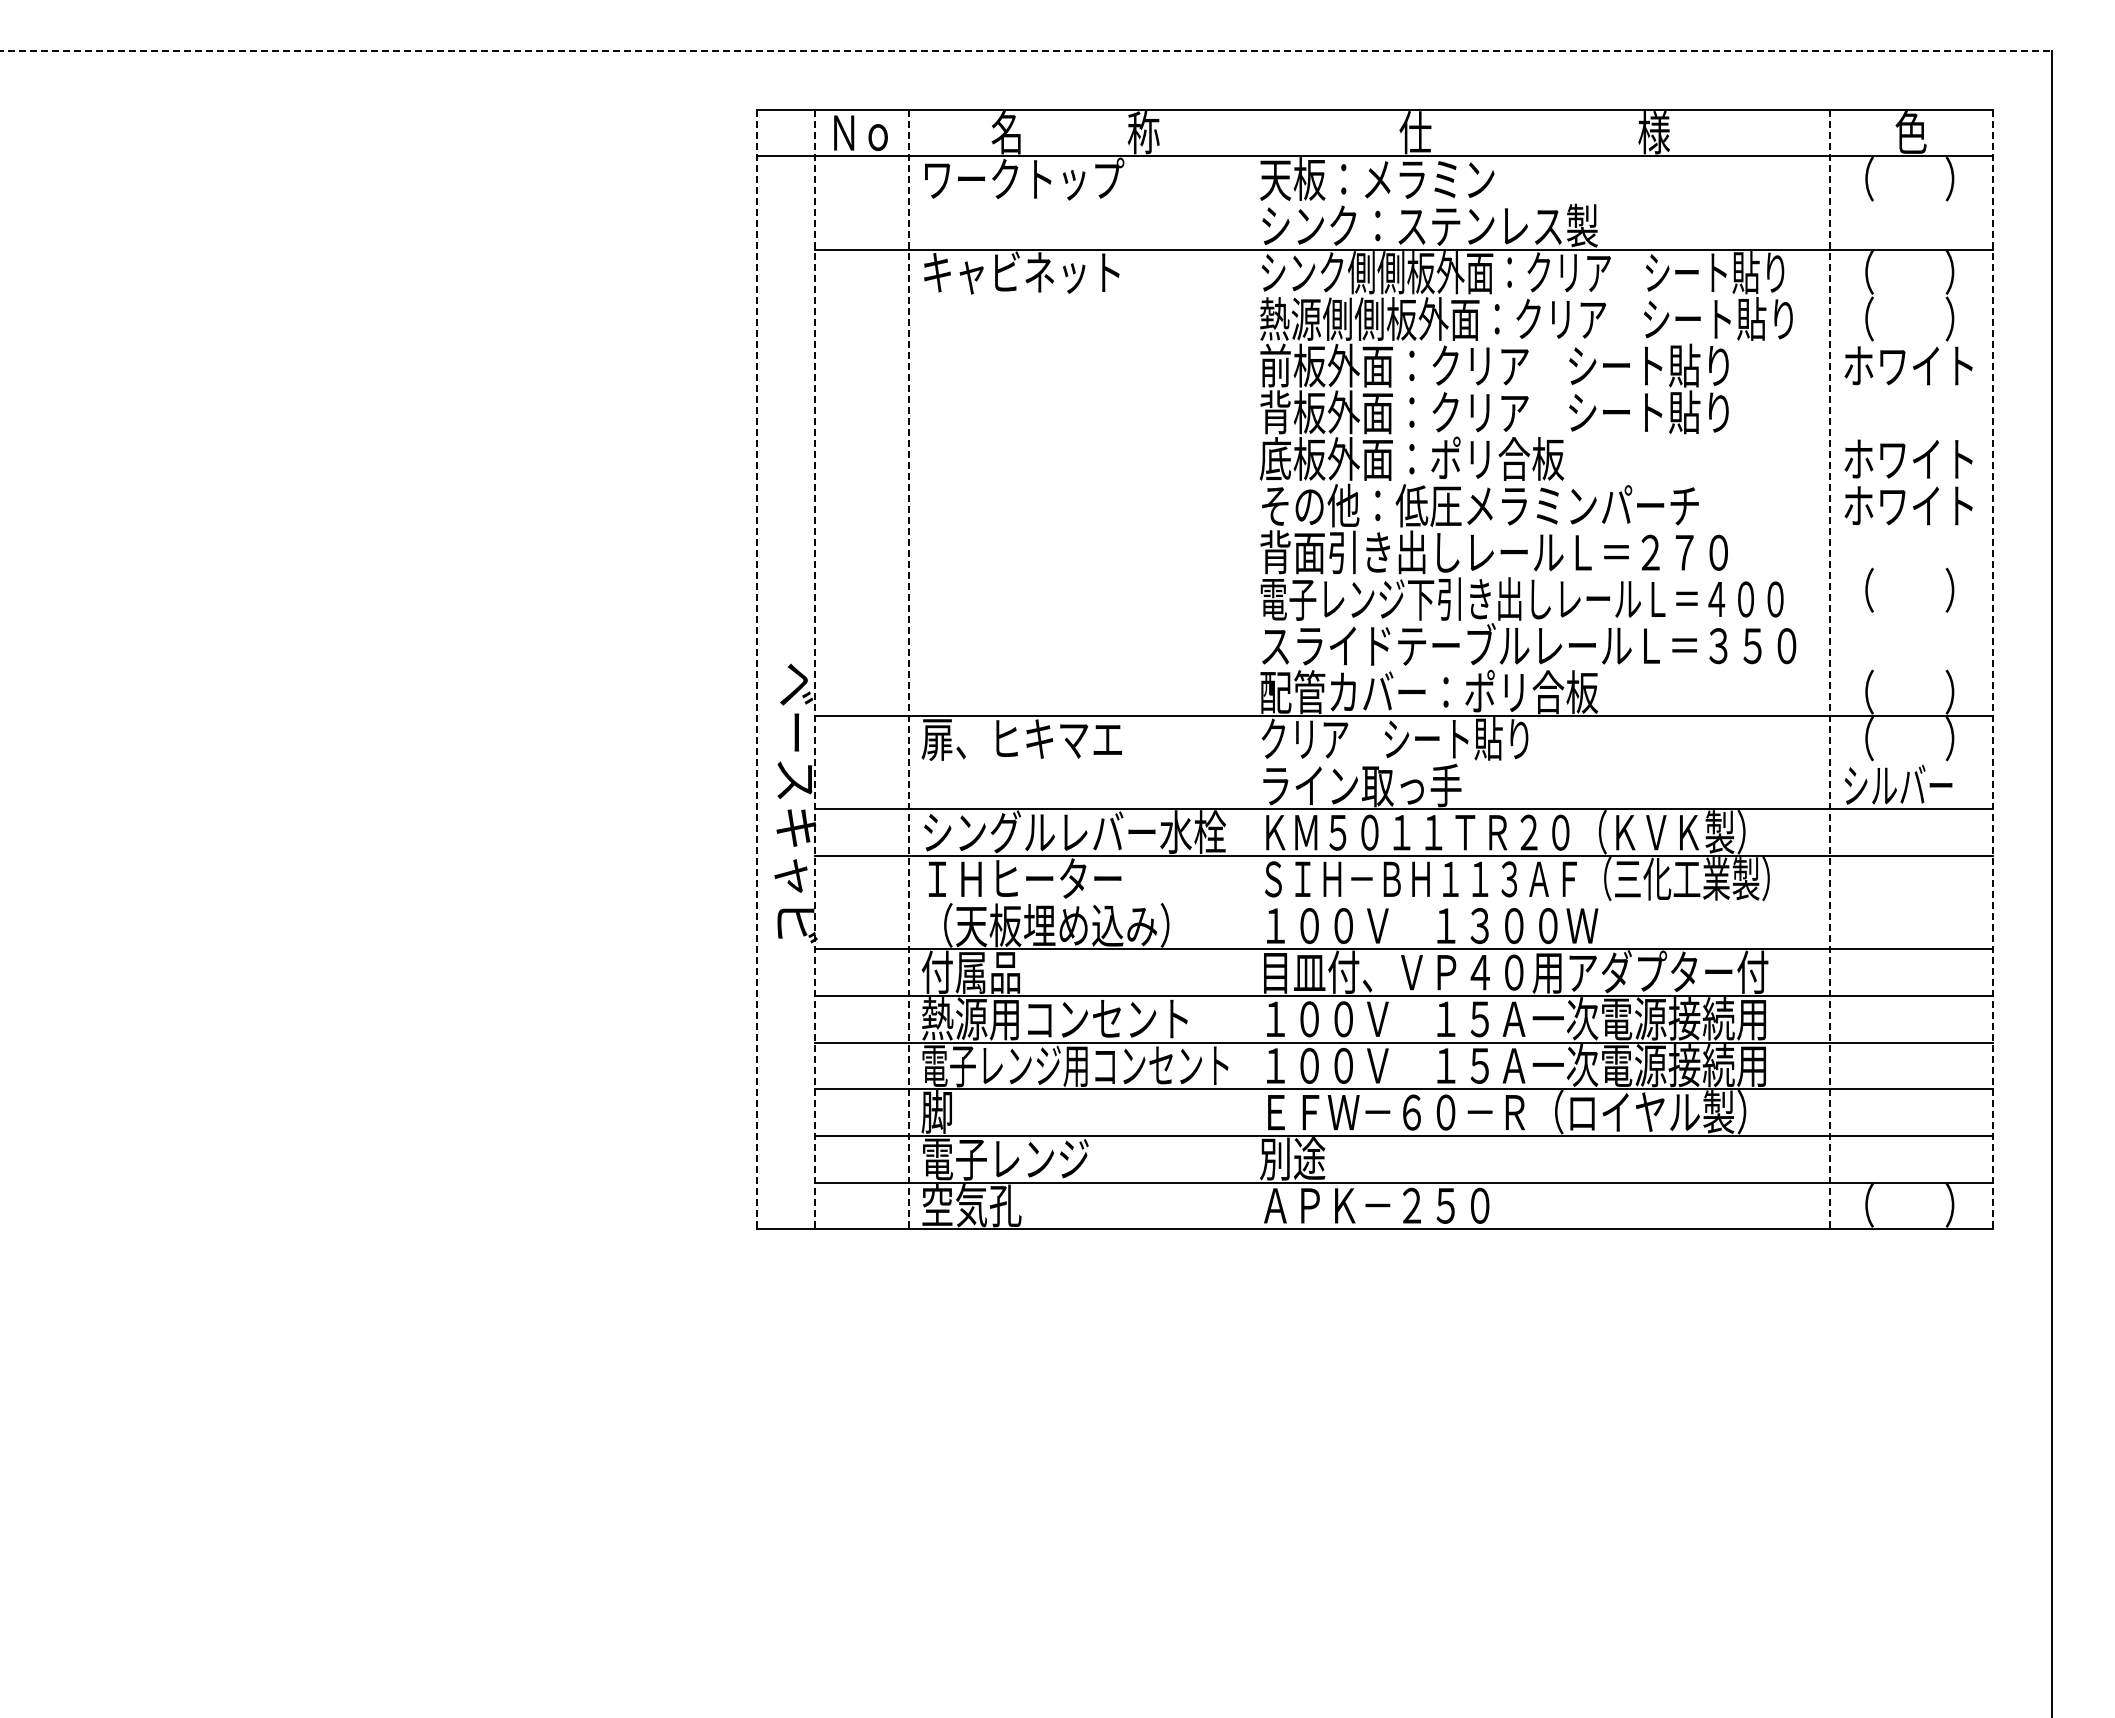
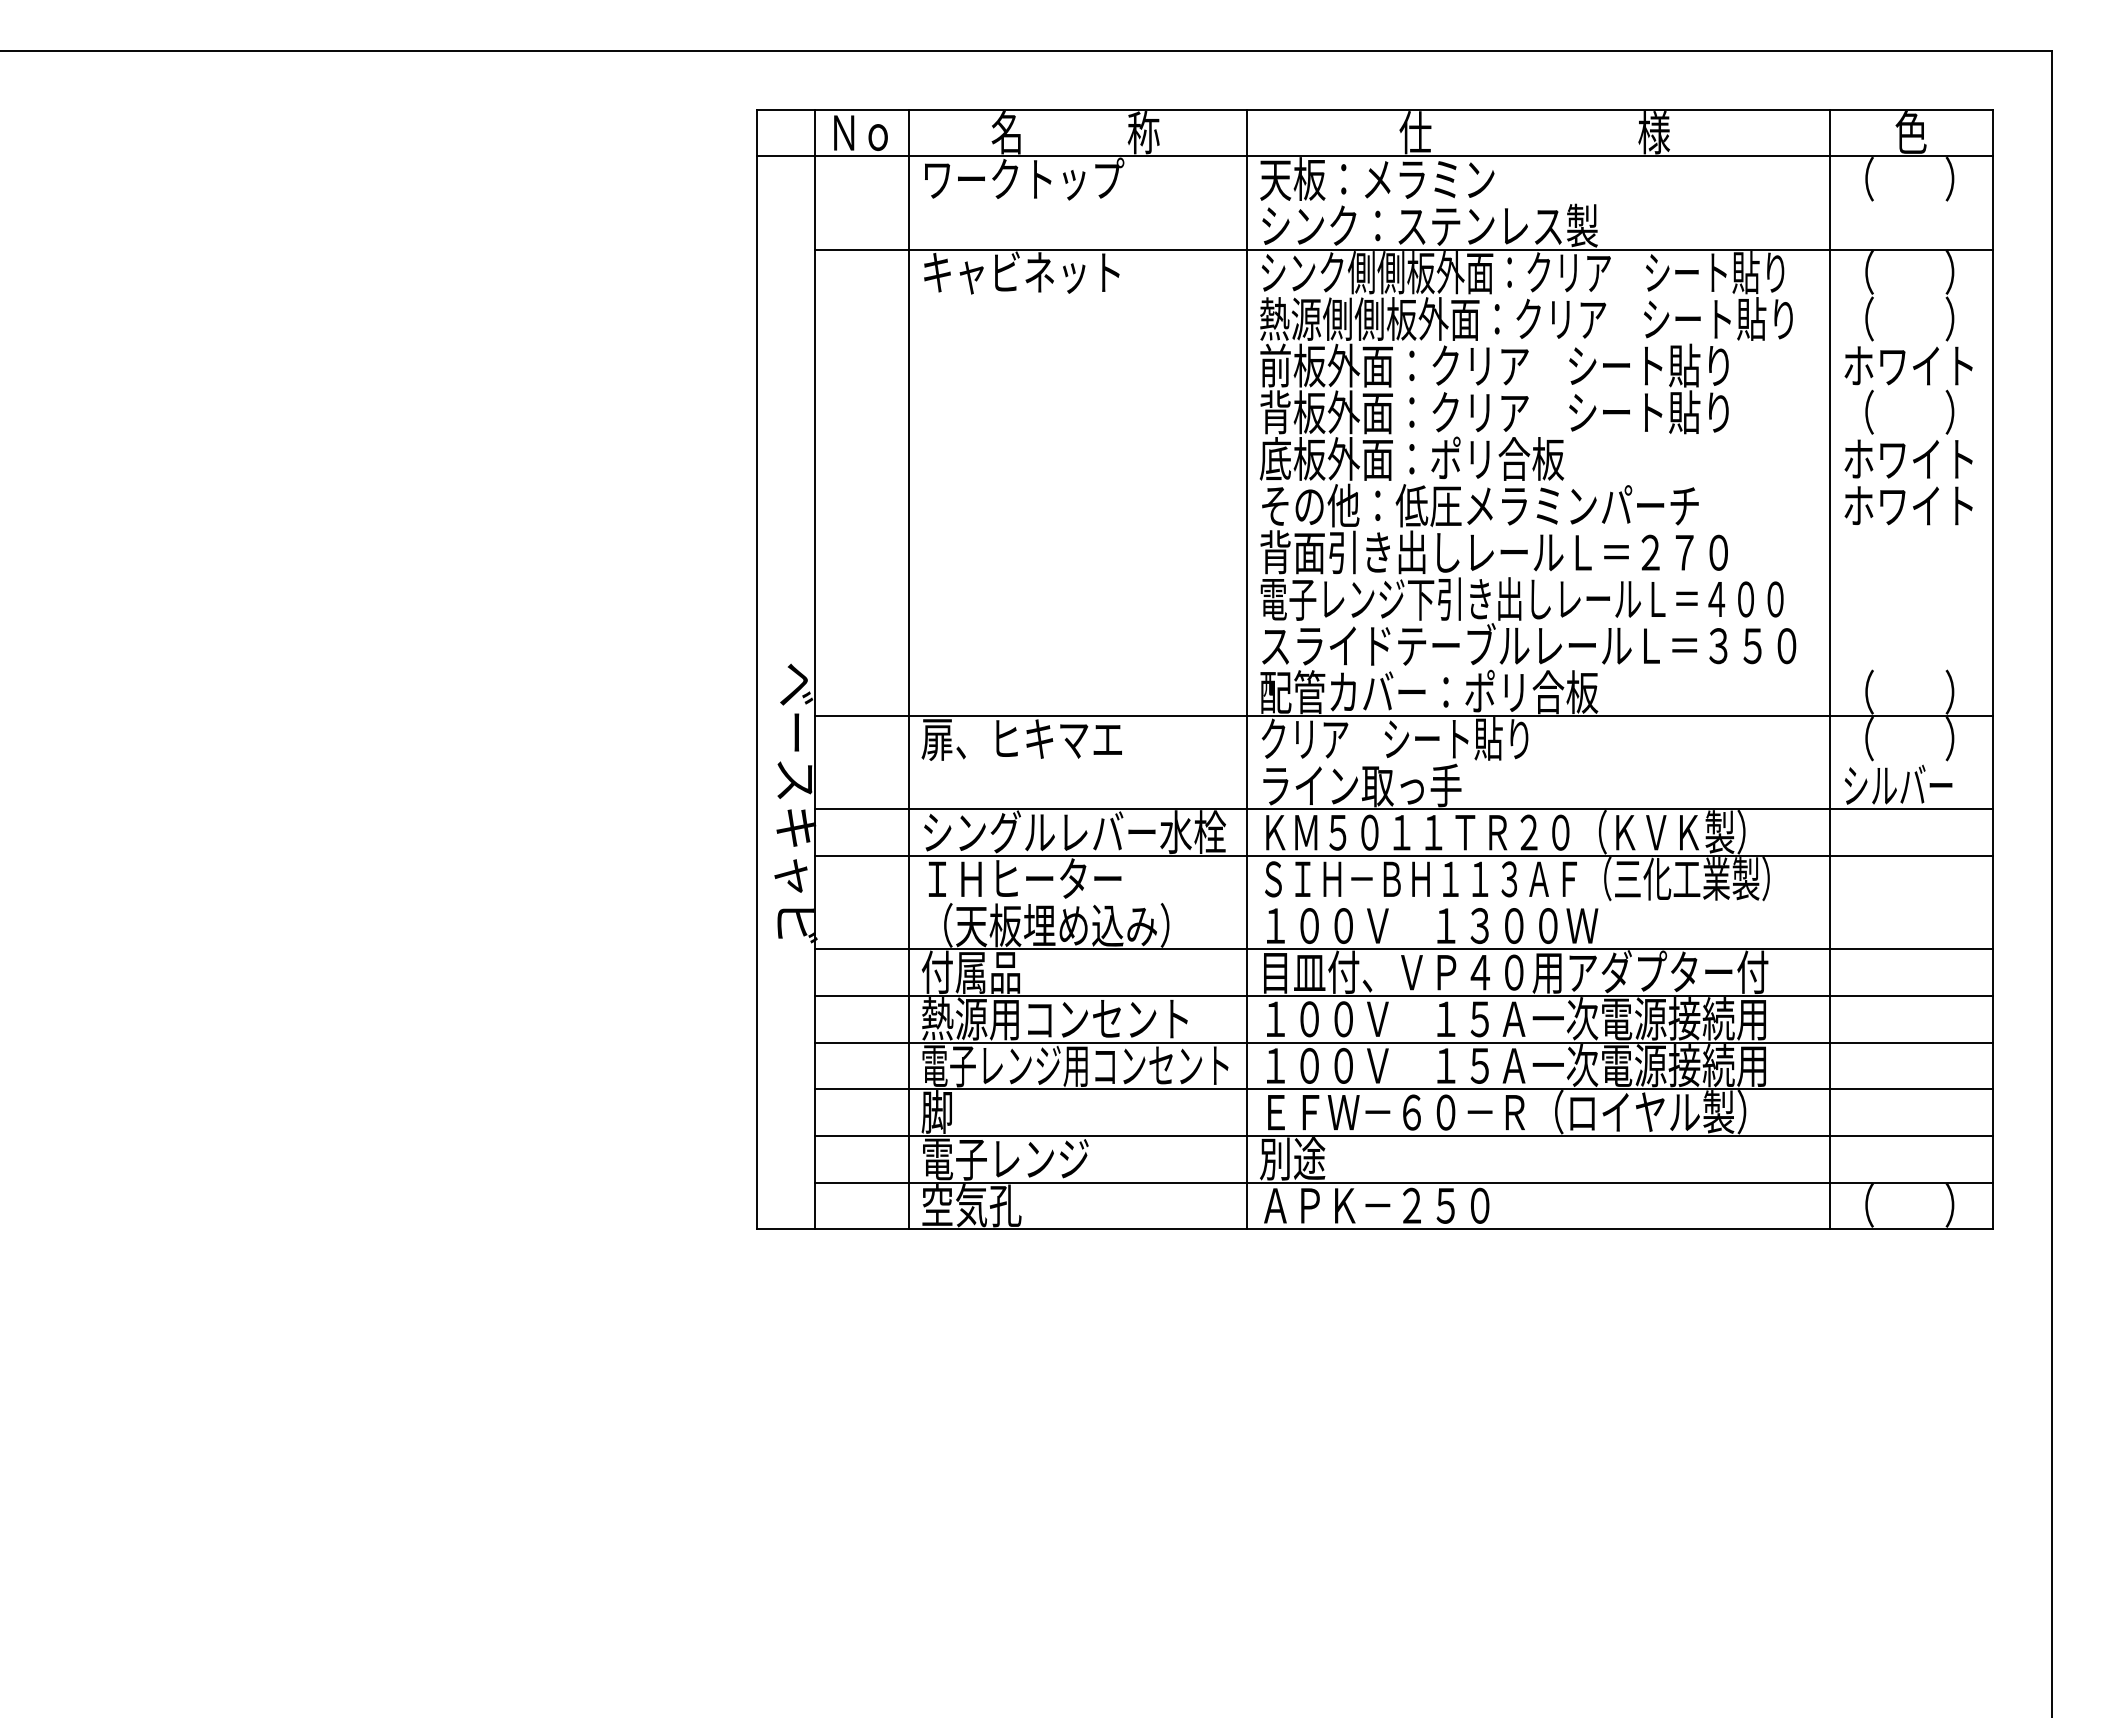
line at (1026, 51): dashed -> solid
text at (1909, 589) position: (1909, 589) -> (1909, 411)
line at (757, 669): dashed -> solid
line at (815, 669): dashed -> solid
line at (908, 669): dashed -> solid
line at (1246, 669): none -> present
line at (1829, 669): dashed -> solid
line at (1993, 669): dashed -> solid
